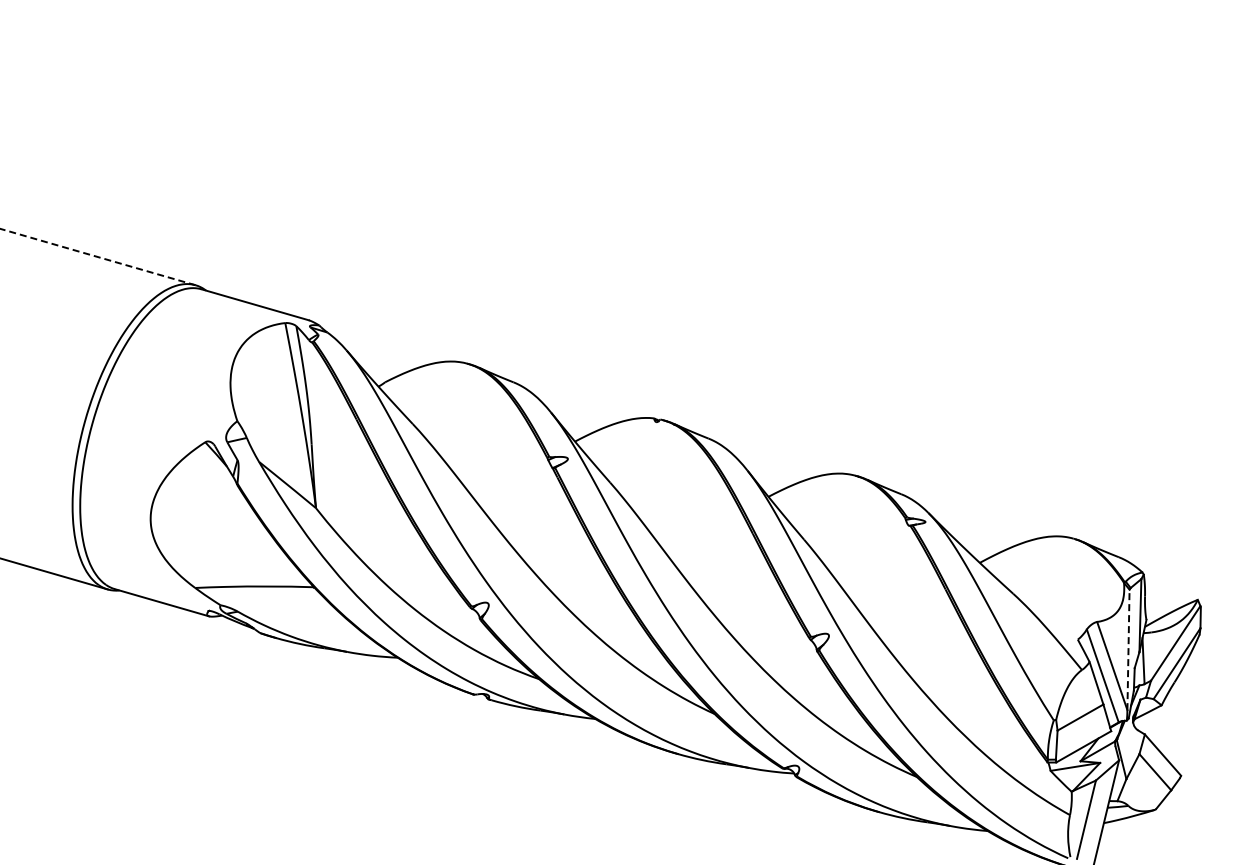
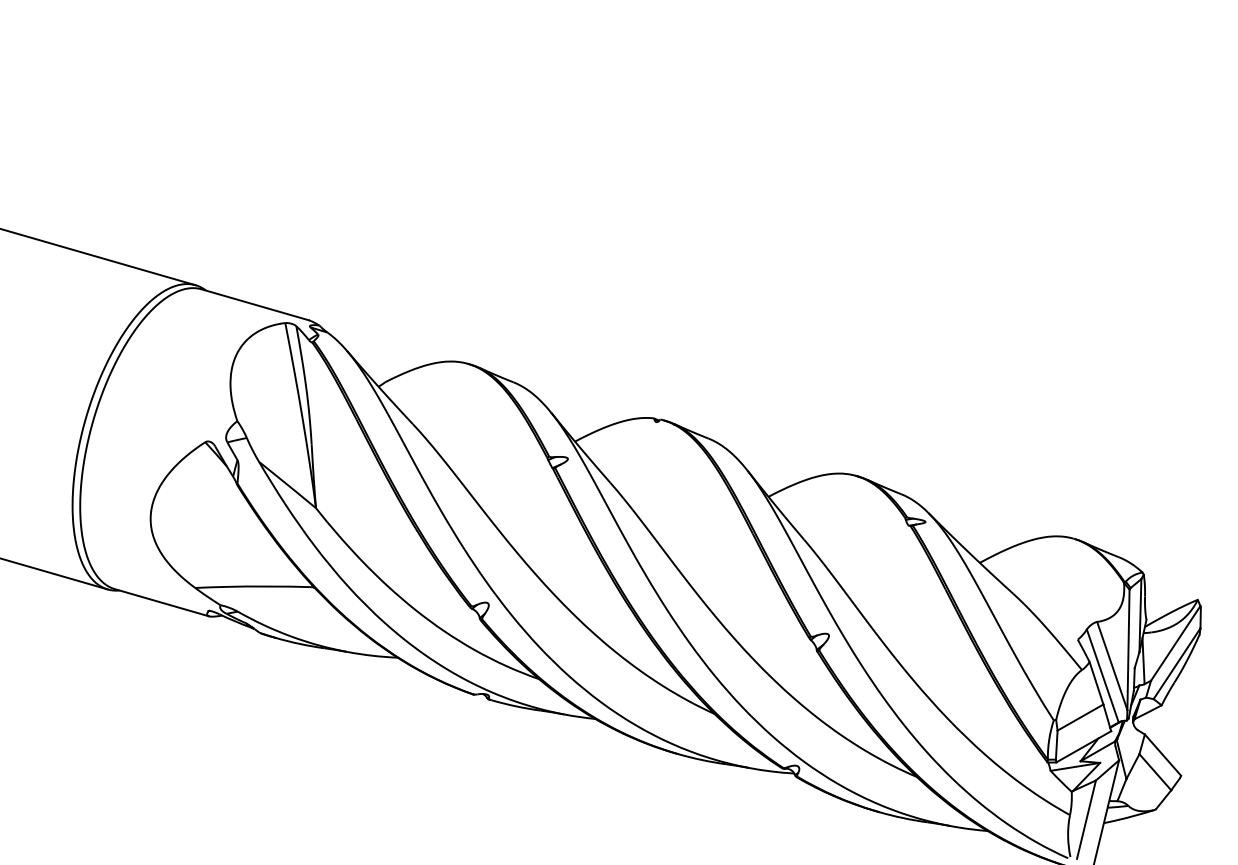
line at (97, 256): dashed -> solid
line at (1128, 649): dashed -> solid
